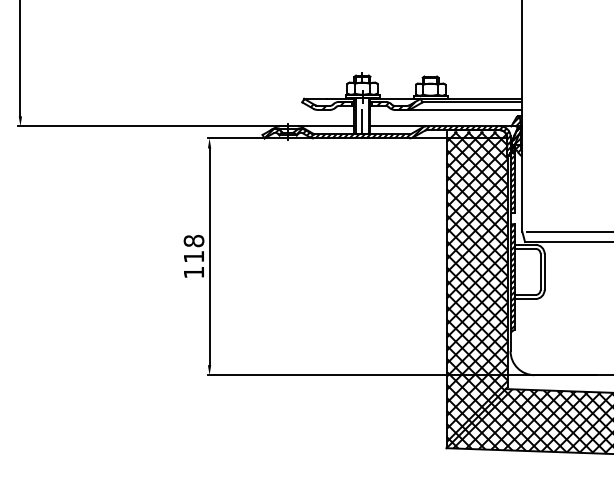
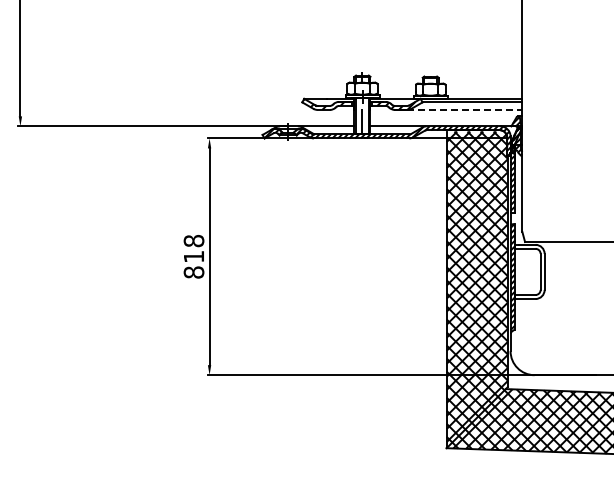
line at (464, 109): solid -> dashed
line at (568, 232): present -> none
text at (193, 272): 118 -> 818
